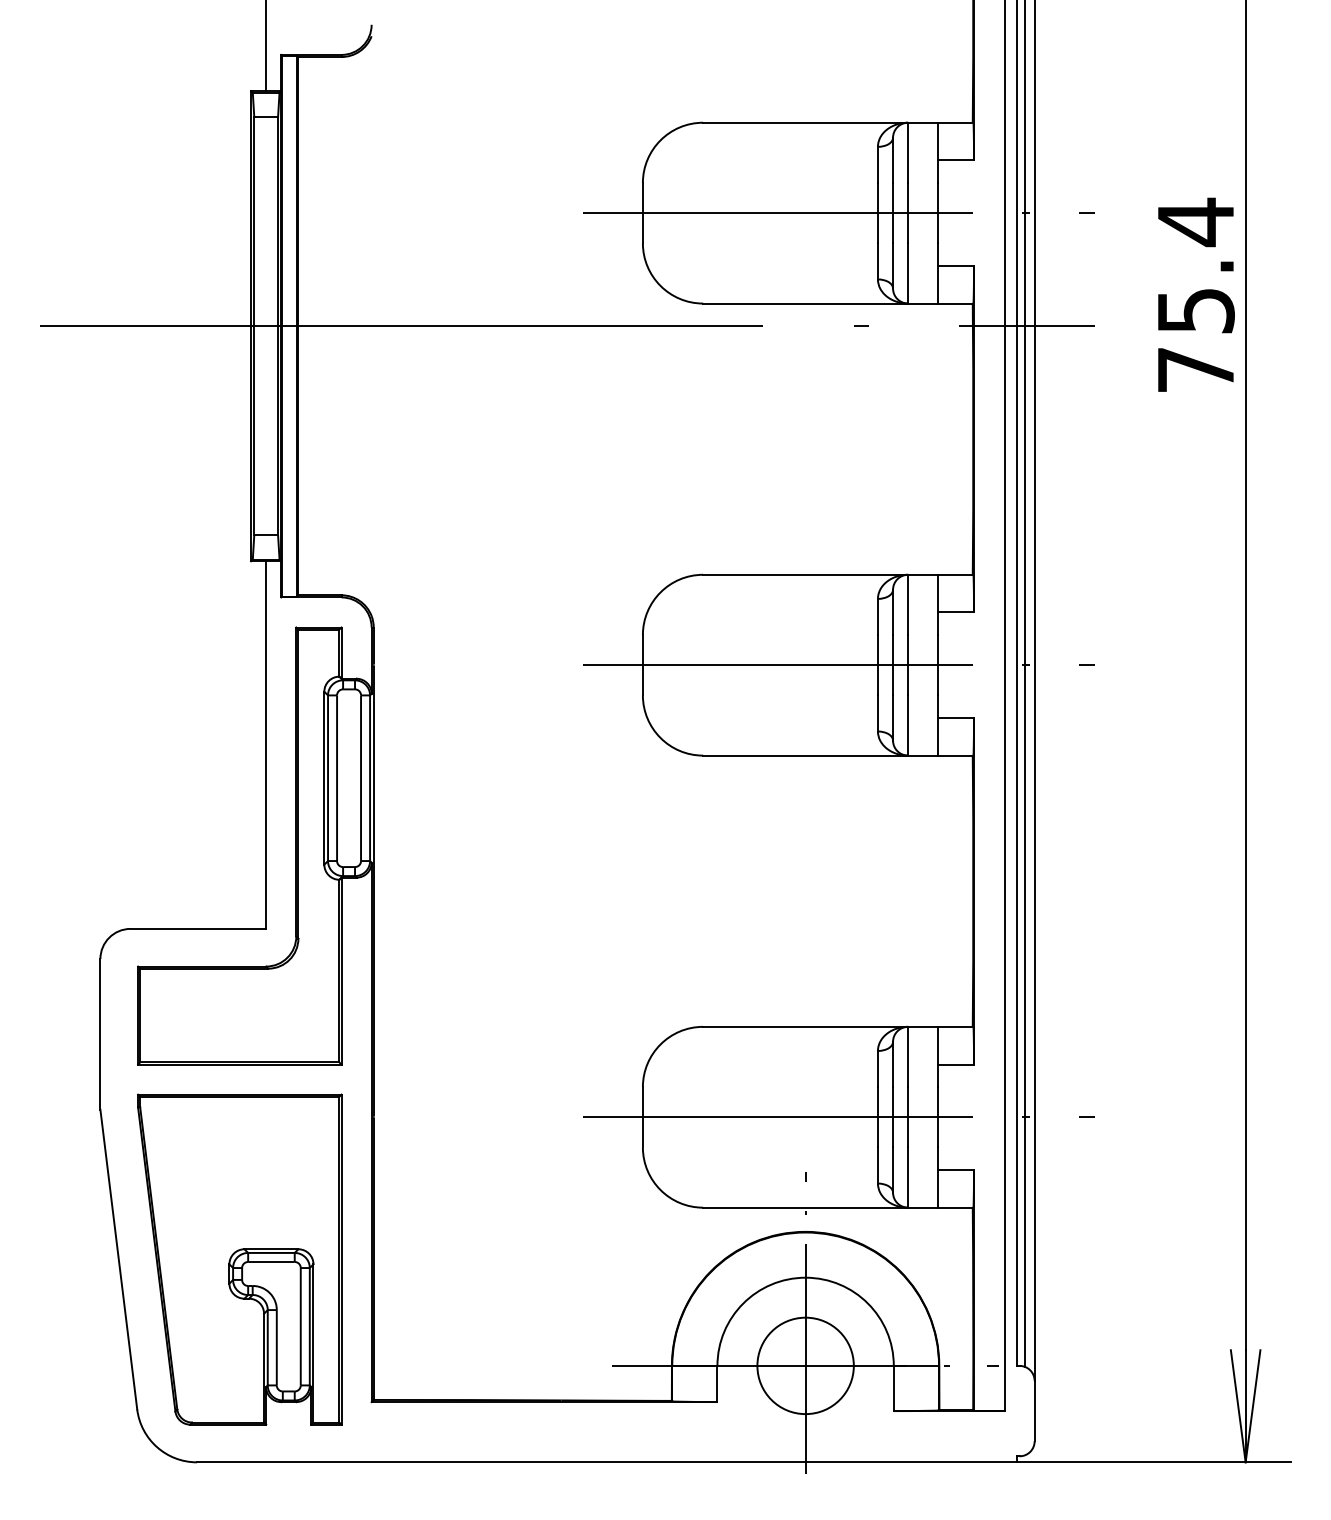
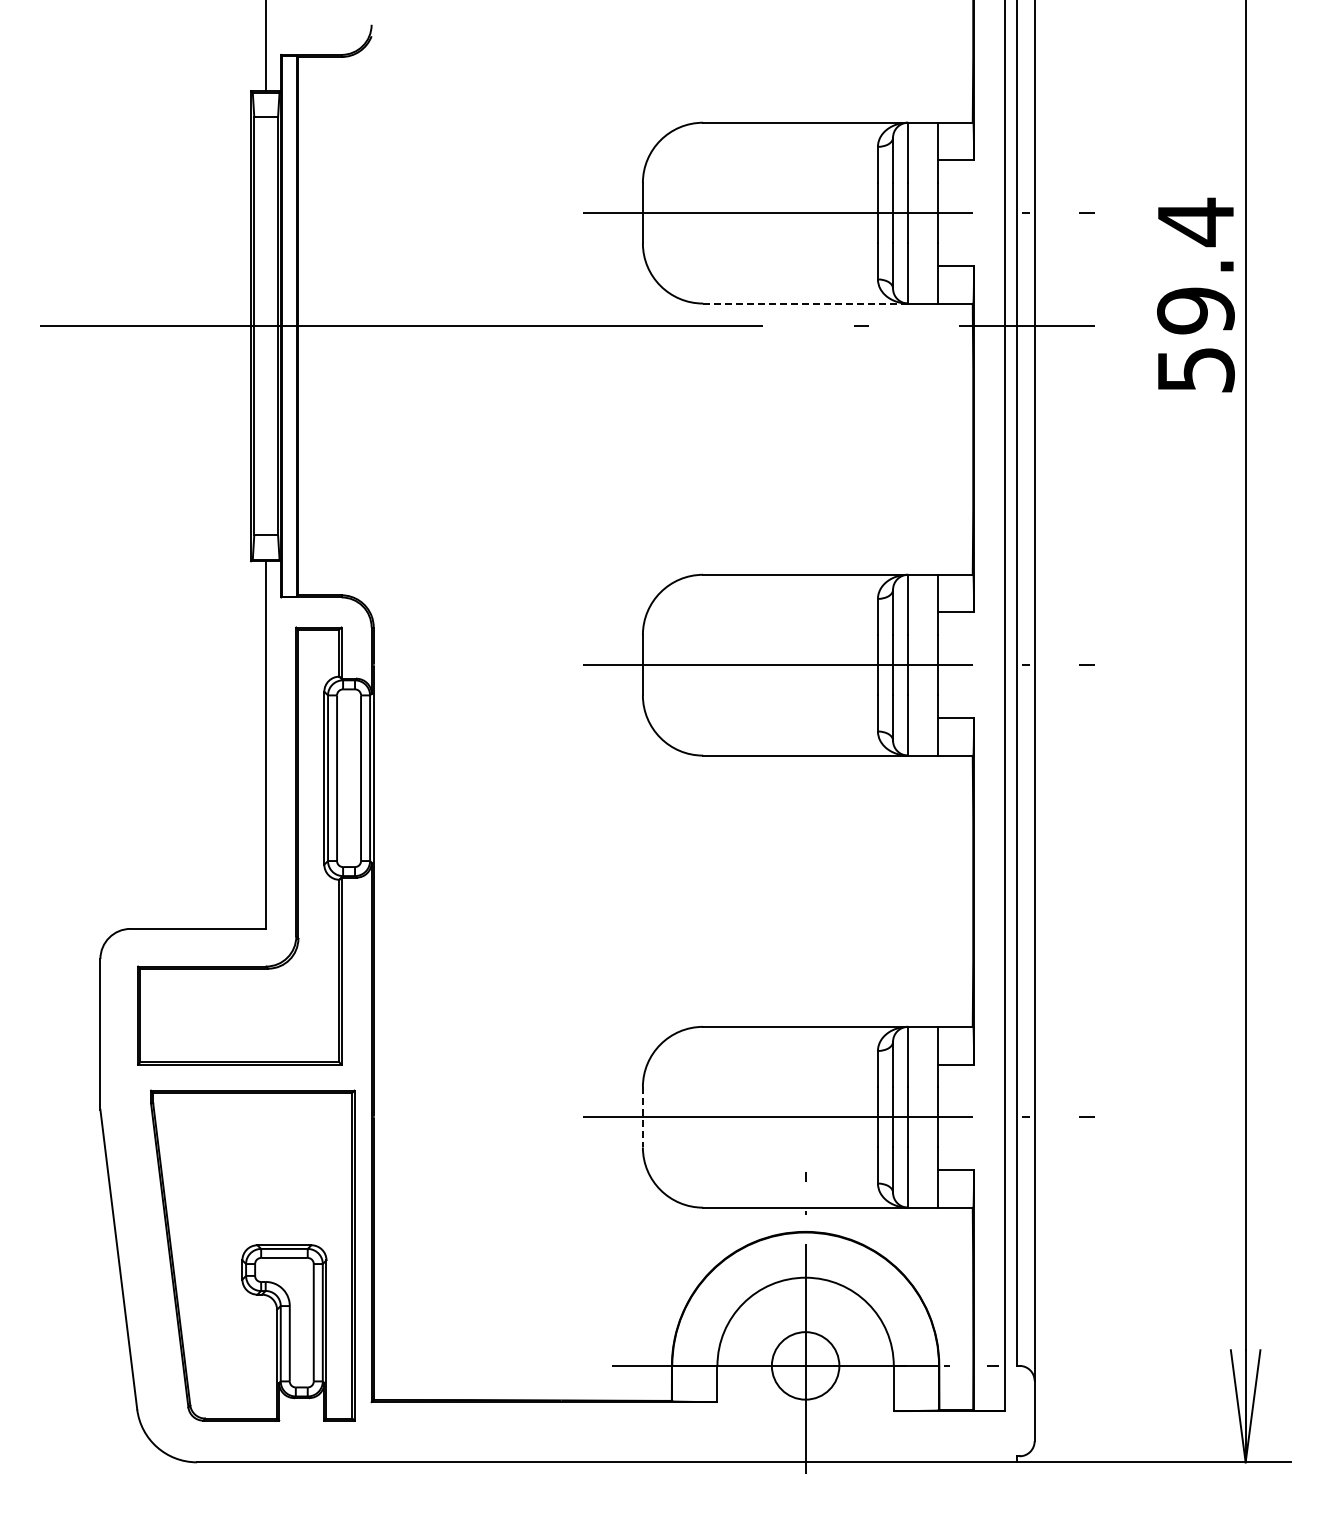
line at (805, 303): solid -> dashed
text at (1195, 339): 75.4 -> 59.4
line at (1024, 684): present -> none
line at (642, 1117): solid -> dashed
part at (239, 1259) position: (239, 1259) -> (252, 1255)
circle at (805, 1365) diameter: 96 px -> 68 px
